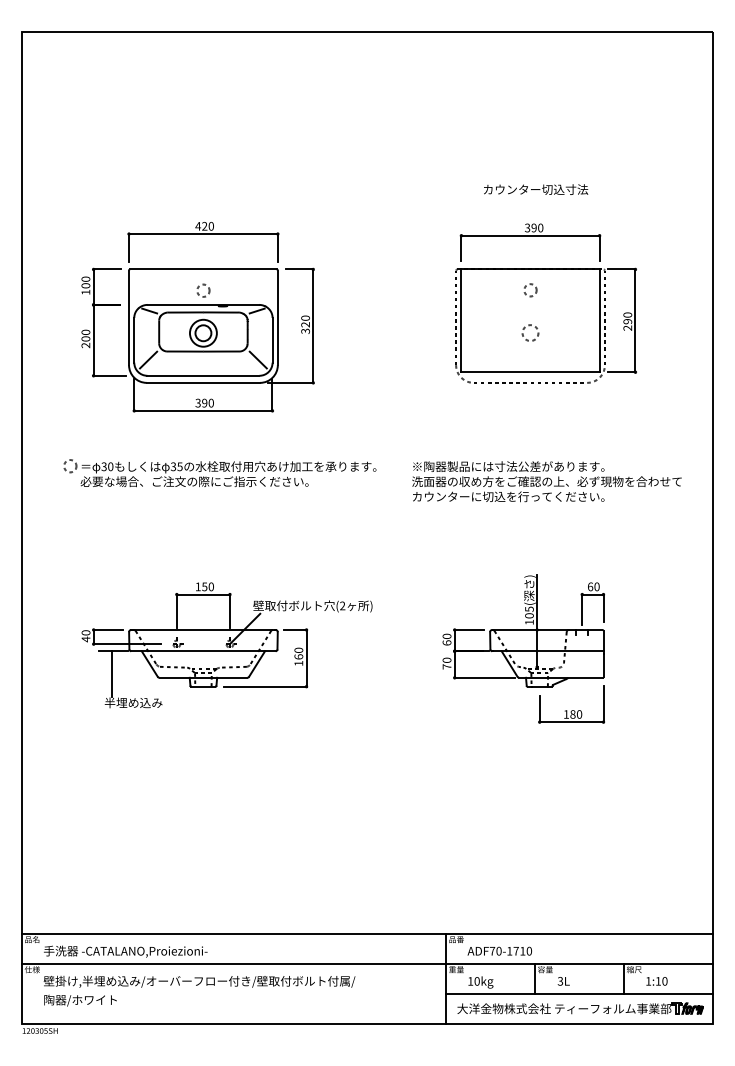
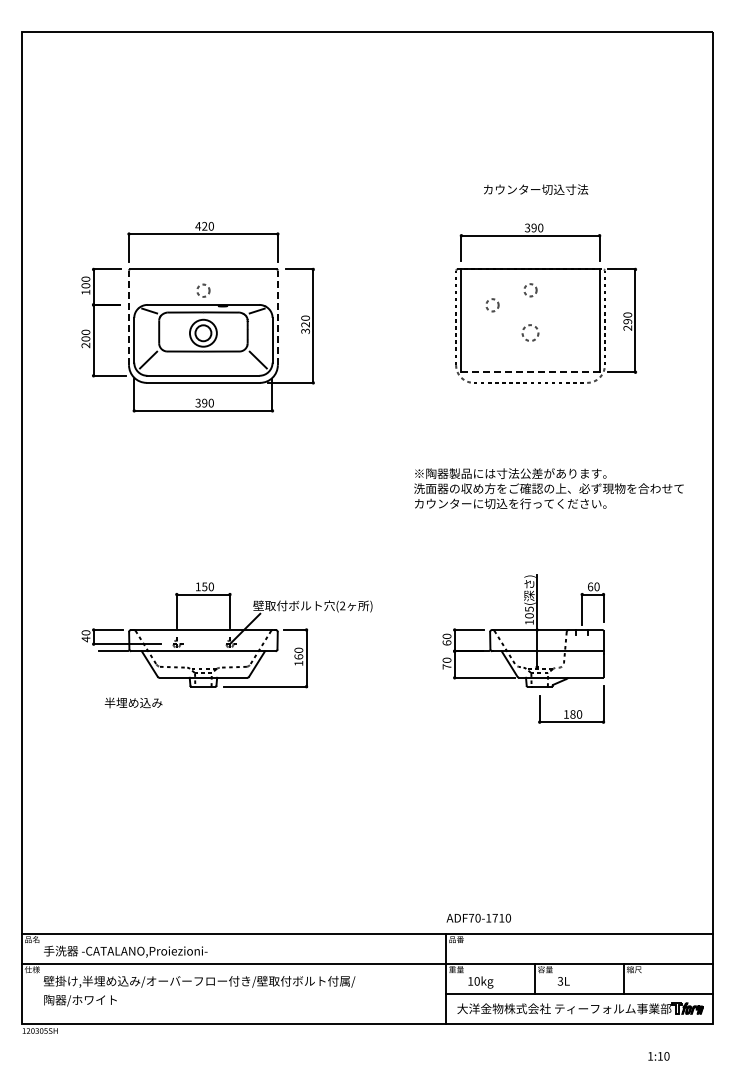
circle at (492, 305): none -> present
line at (129, 317): solid -> dashed
line at (277, 317): solid -> dashed
line at (530, 372): solid -> dashed
part at (219, 473): present -> none
text at (546, 481) position: (546, 481) -> (548, 488)
line at (111, 674): present -> none
text at (499, 950) position: (499, 950) -> (478, 917)
text at (656, 981) position: (656, 981) -> (658, 1056)
